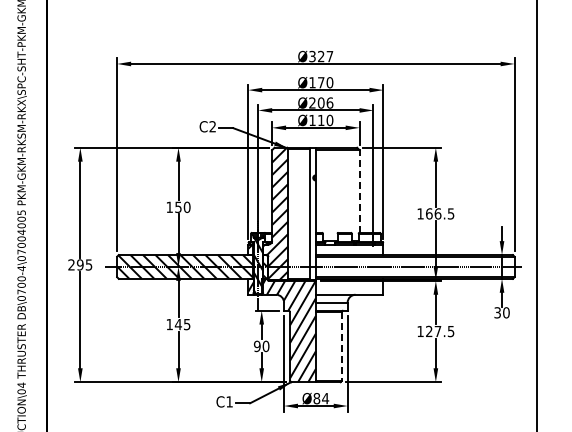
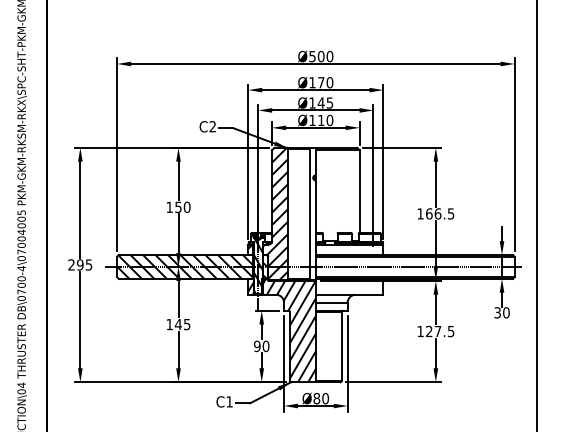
text at (321, 56): Ø327 -> Ø500
text at (321, 102): Ø206 -> Ø145
line at (359, 190): dashed -> solid
line at (341, 347): dashed -> solid
text at (325, 398): Ø84 -> Ø80
